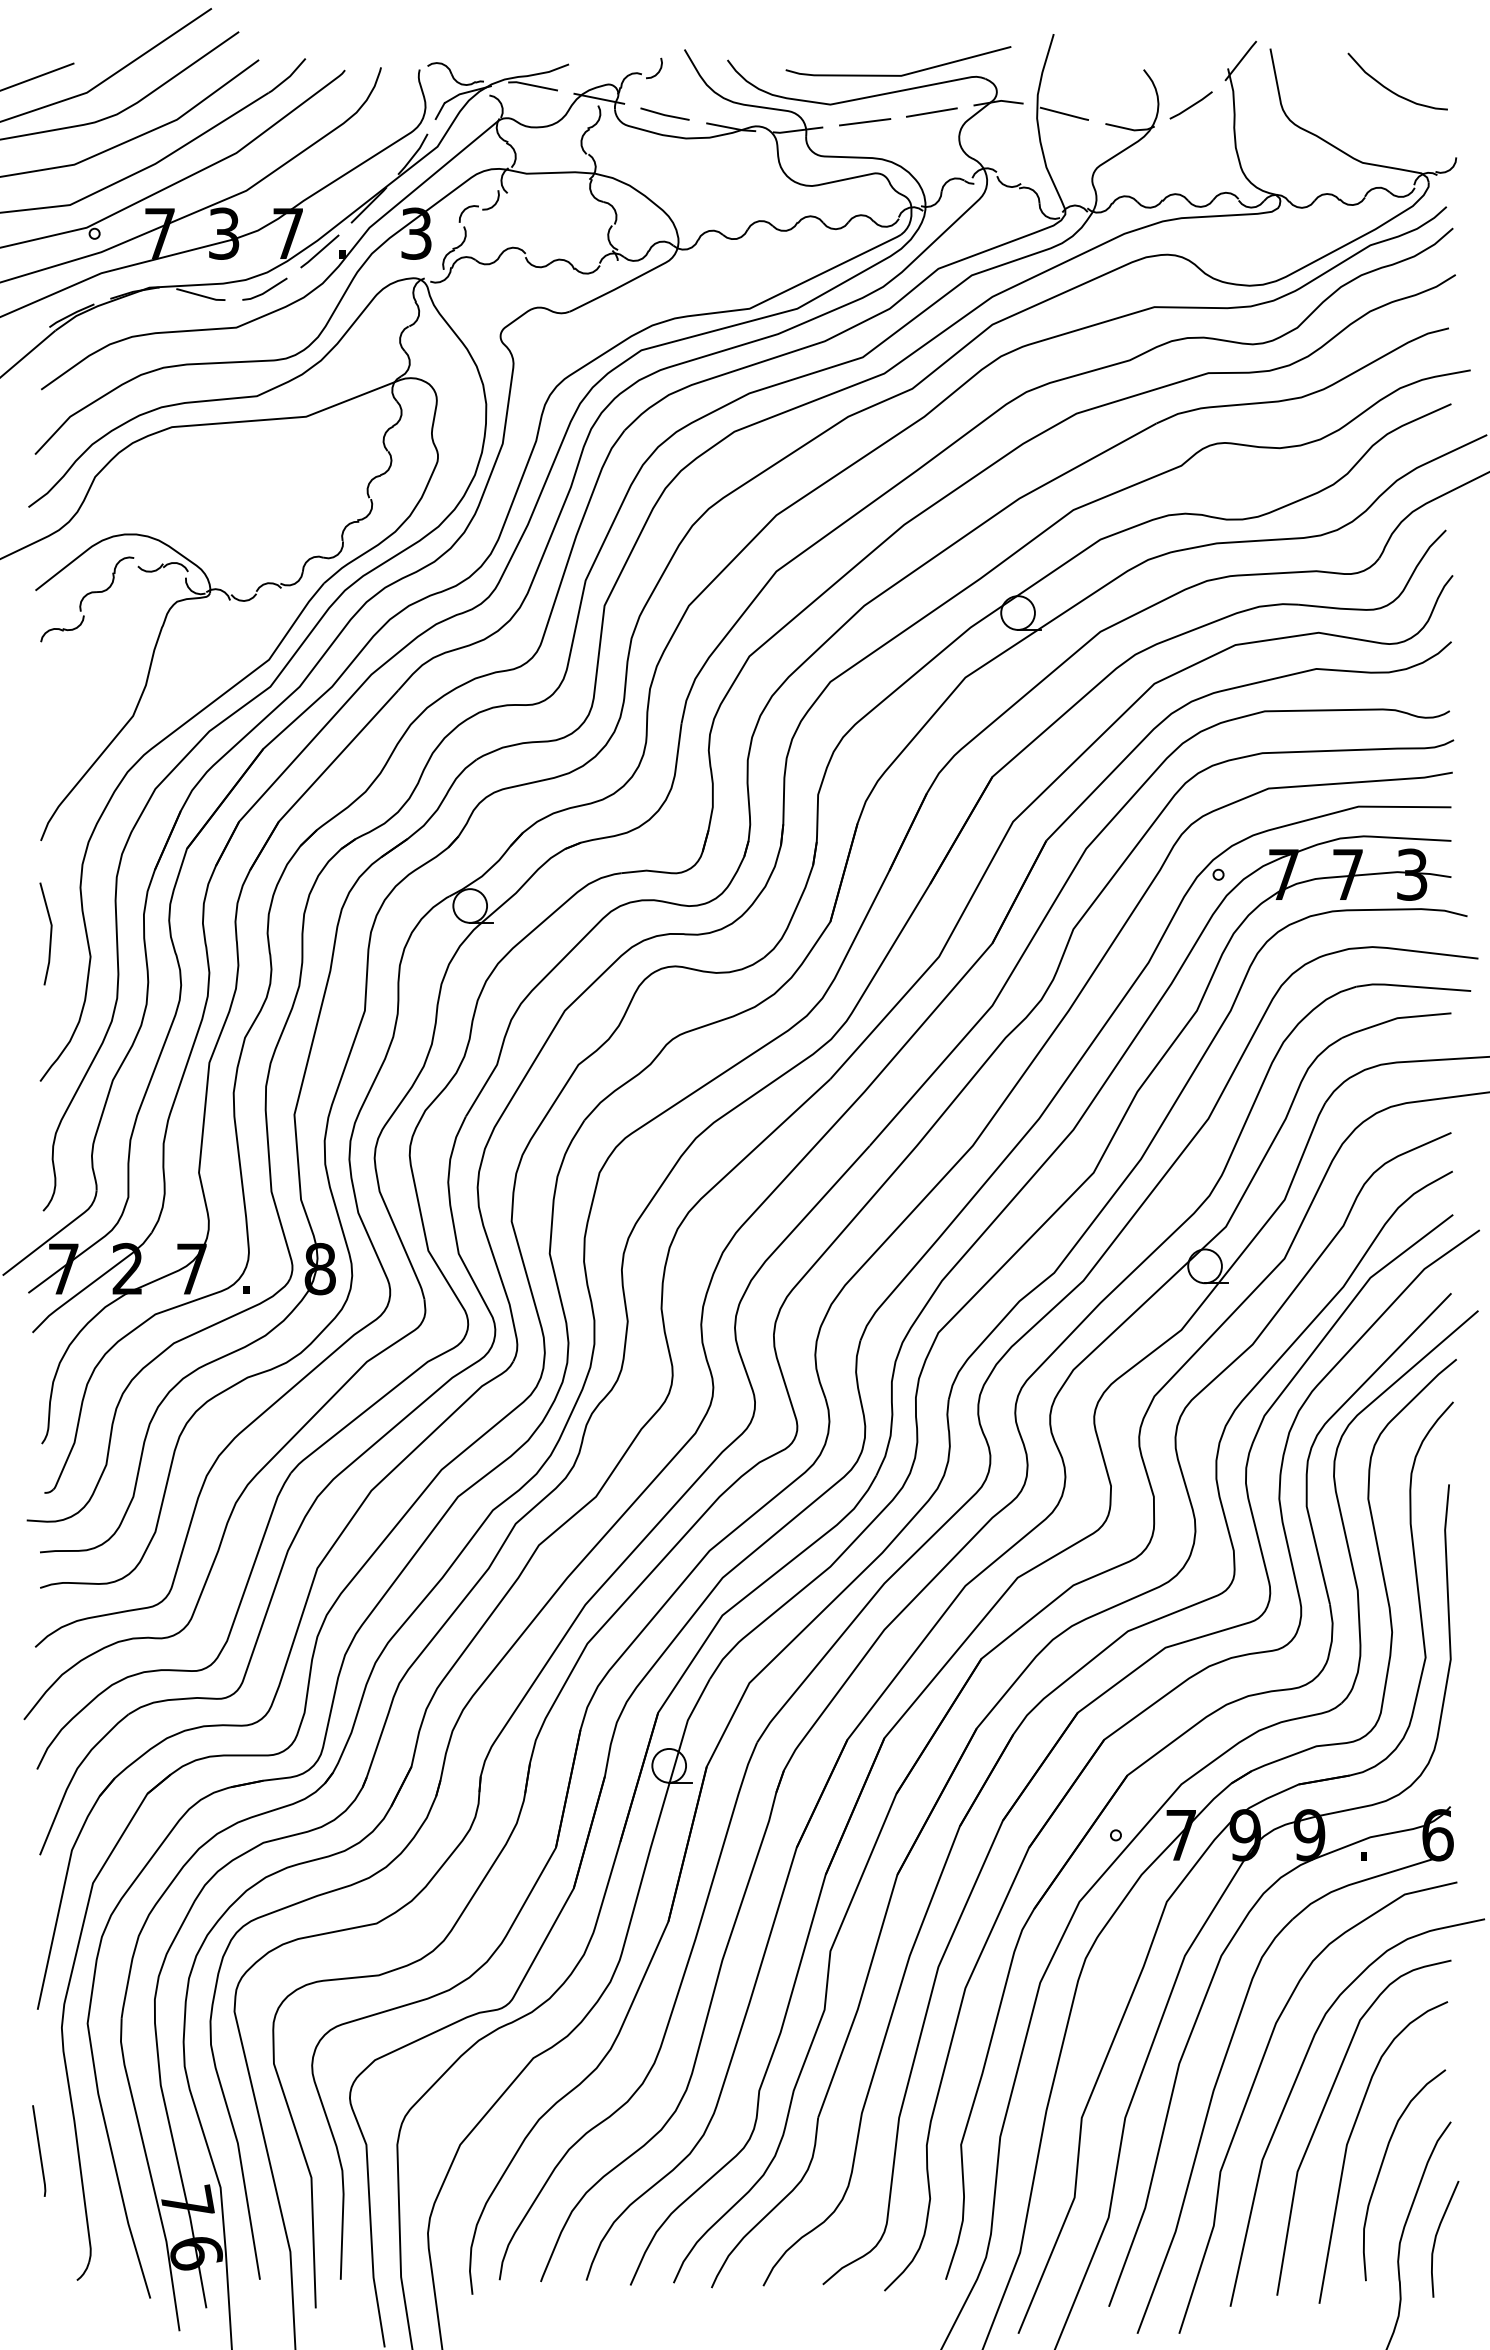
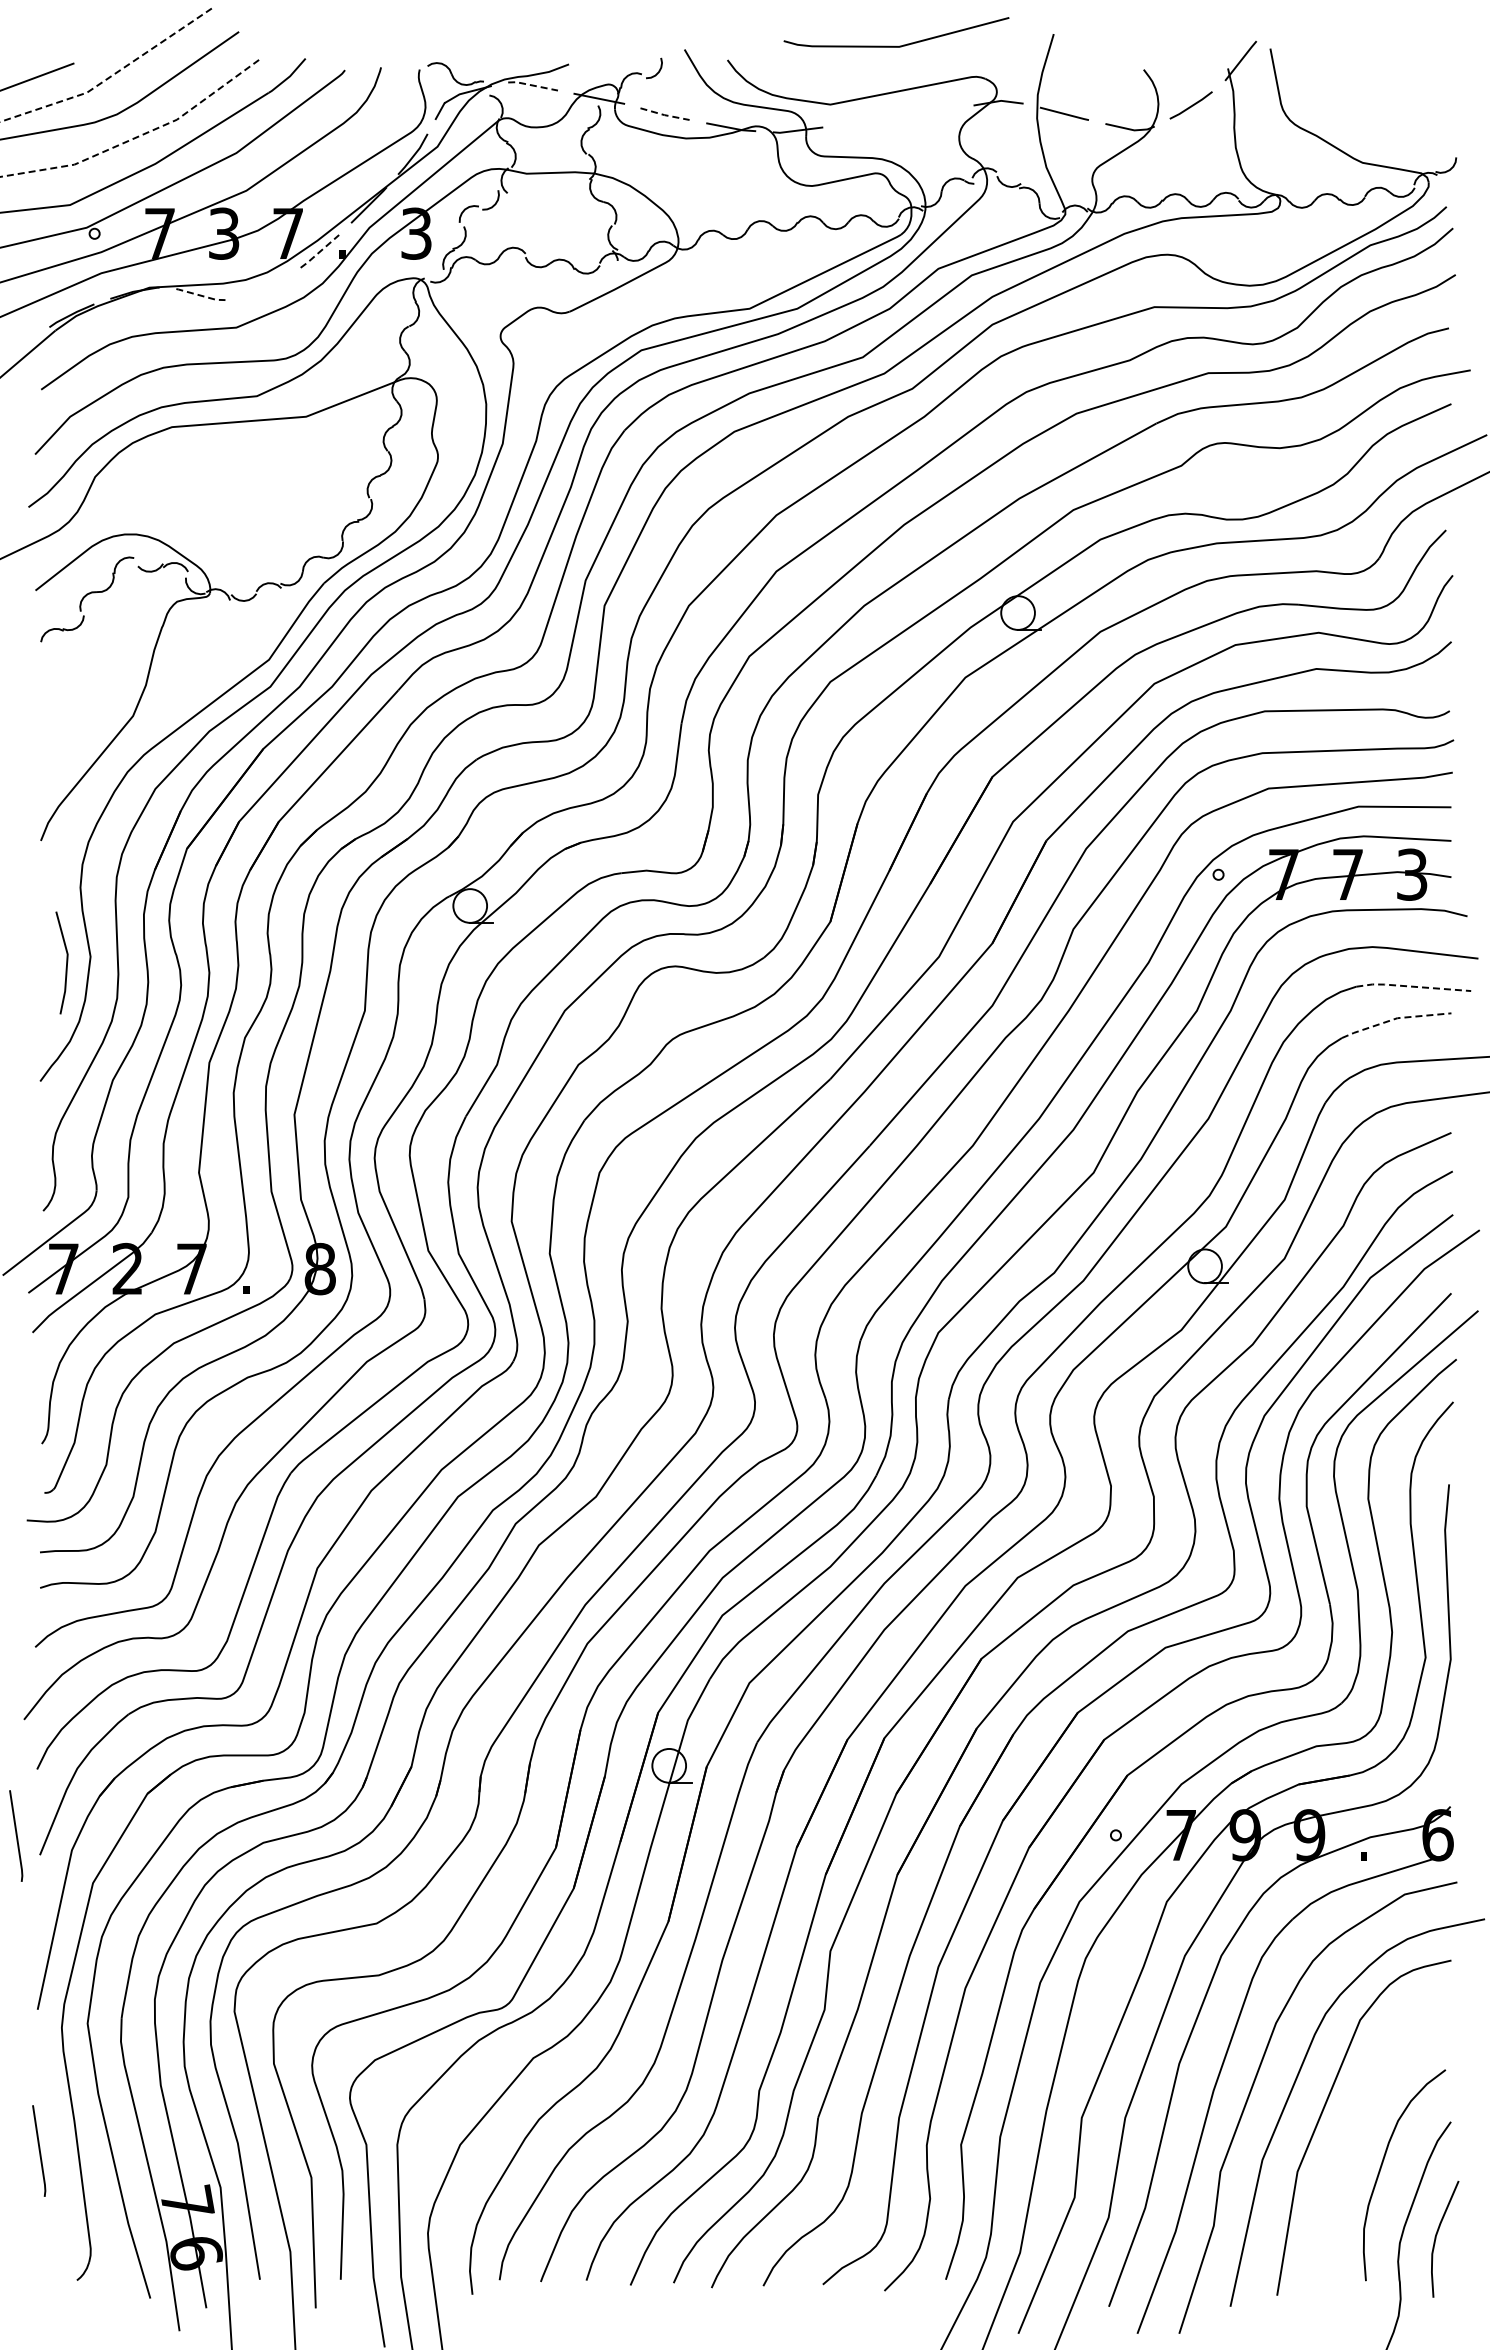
line at (897, 74) position: (897, 74) -> (895, 45)
line at (110, 76): solid -> dashed
line at (532, 85): solid -> dashed
curve at (1390, 89): present -> none
line at (931, 112): present -> none
line at (664, 115): solid -> dashed
line at (865, 122): present -> none
line at (137, 136): solid -> dashed
line at (319, 251): solid -> dashed
line at (266, 290): present -> none
line at (200, 295): solid -> dashed
line at (50, 933) position: (50, 933) -> (66, 962)
line at (1412, 986): solid -> dashed
line at (1395, 1018): solid -> dashed
line at (16, 1835): none -> present
curve at (1349, 2141): present -> none
